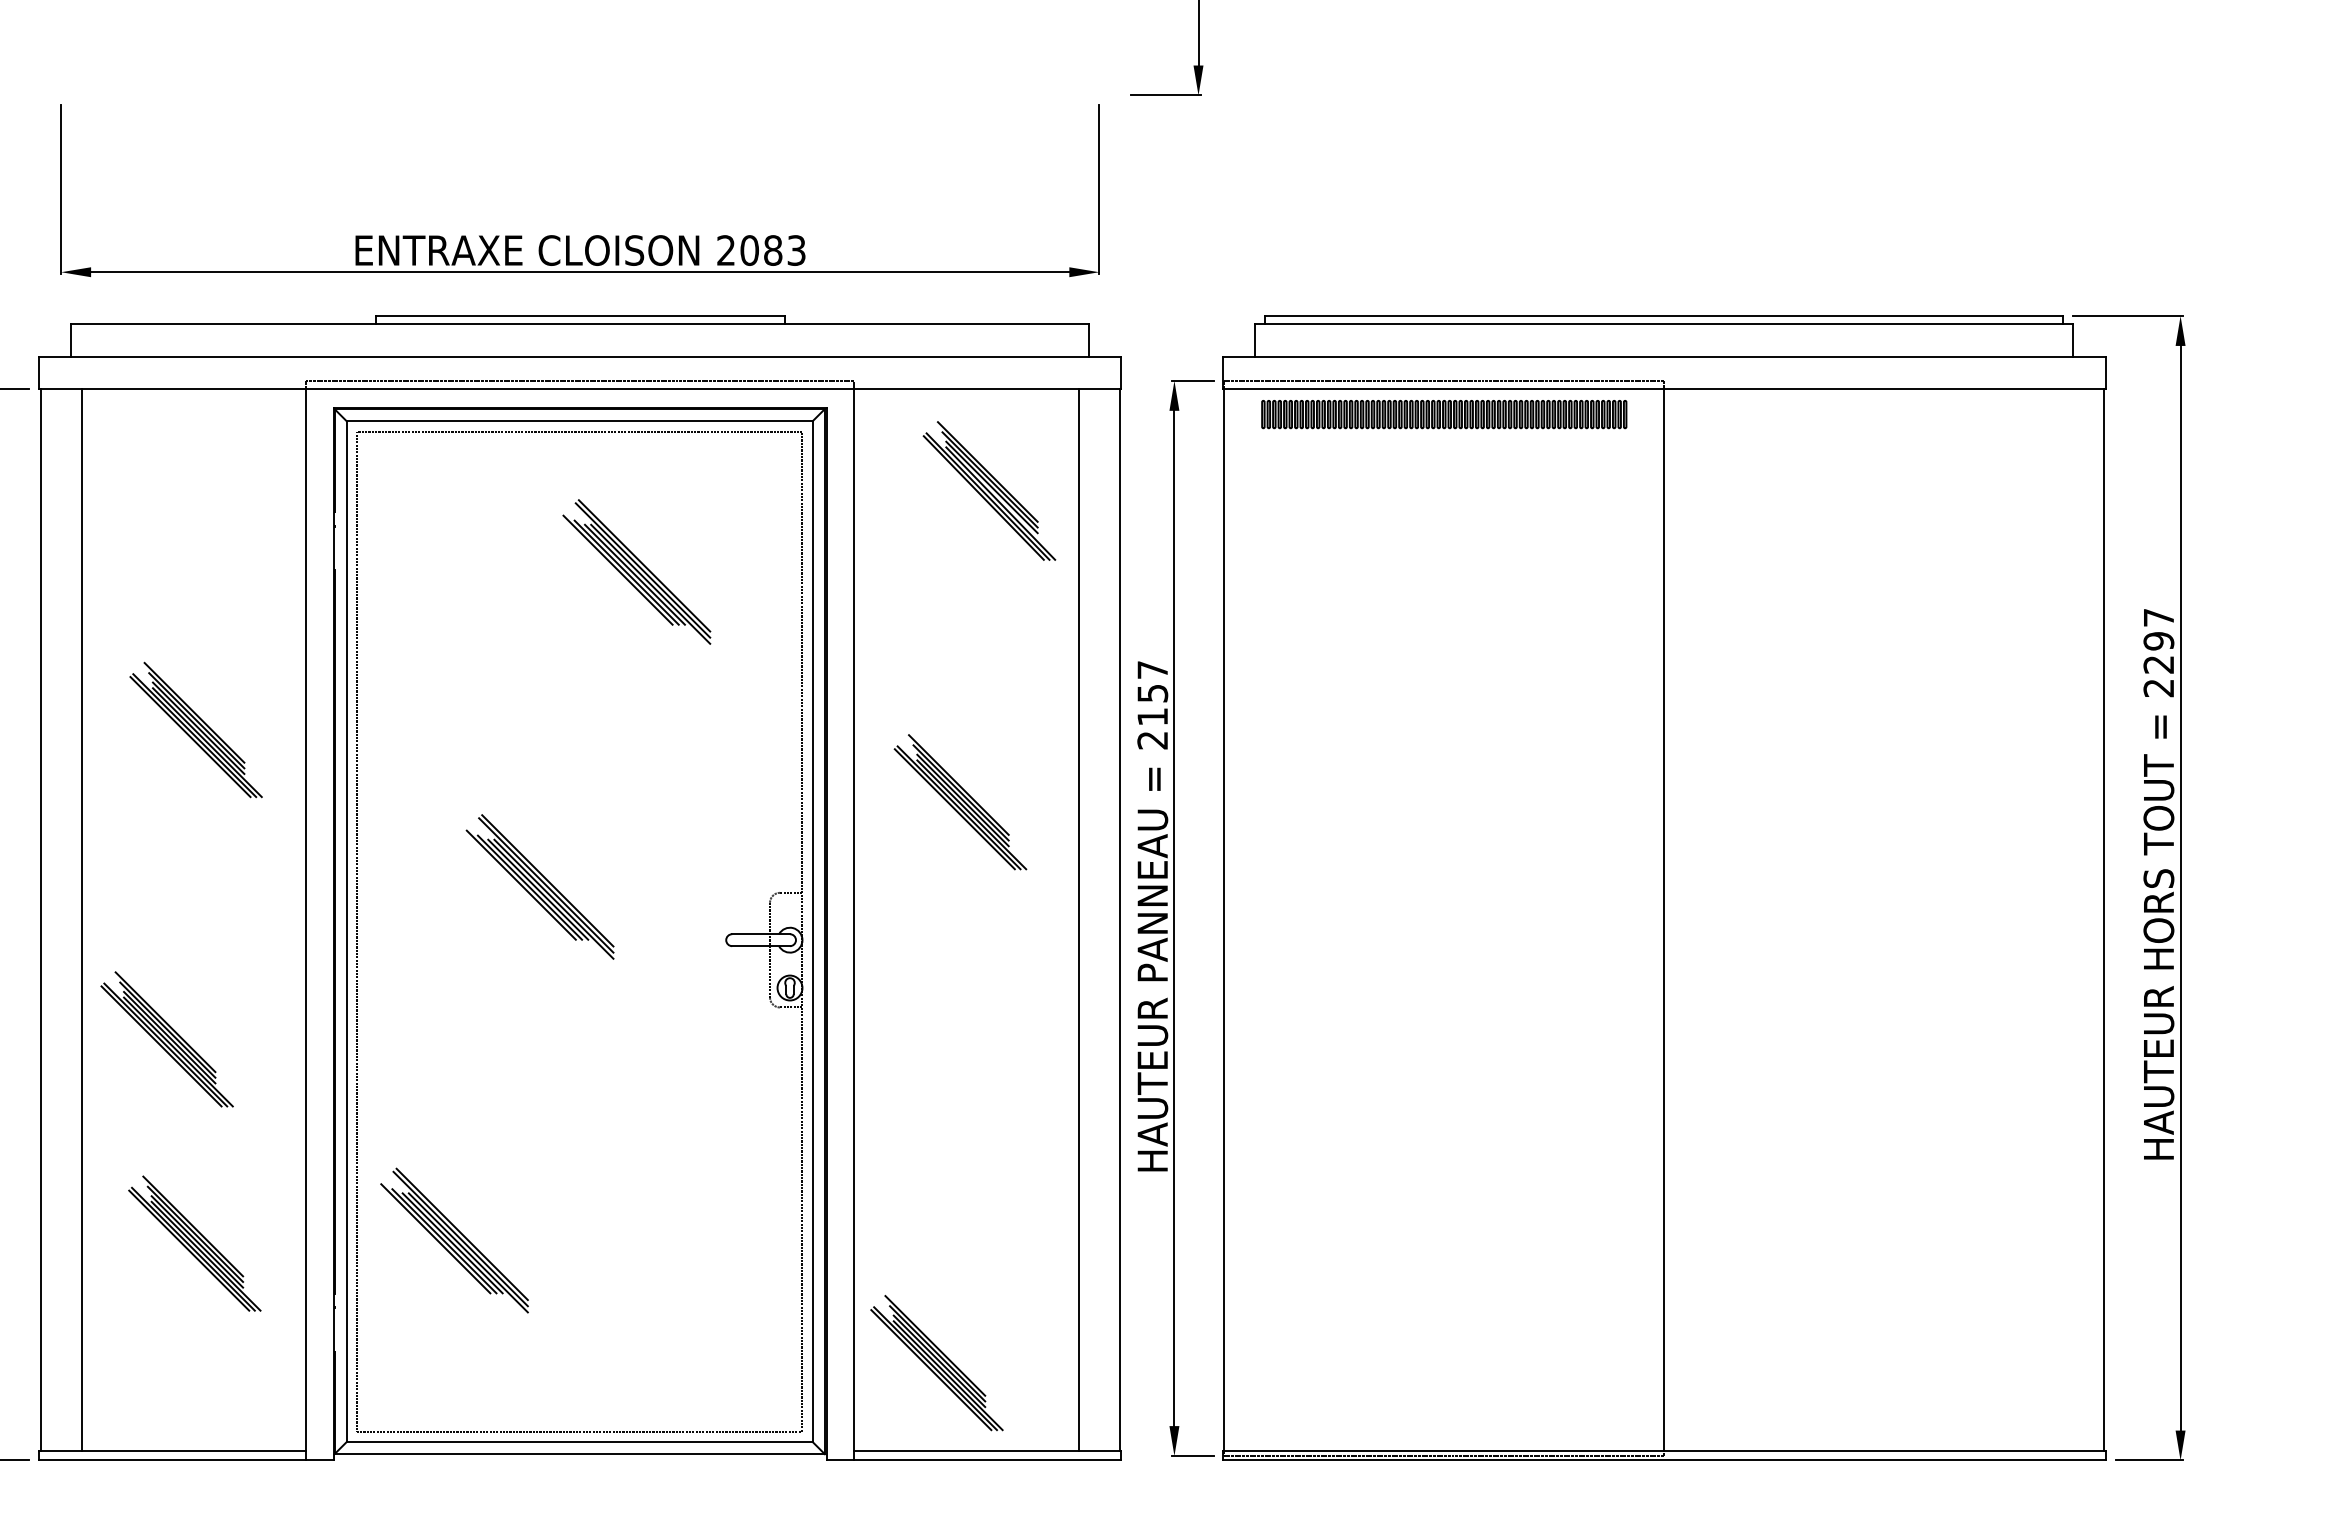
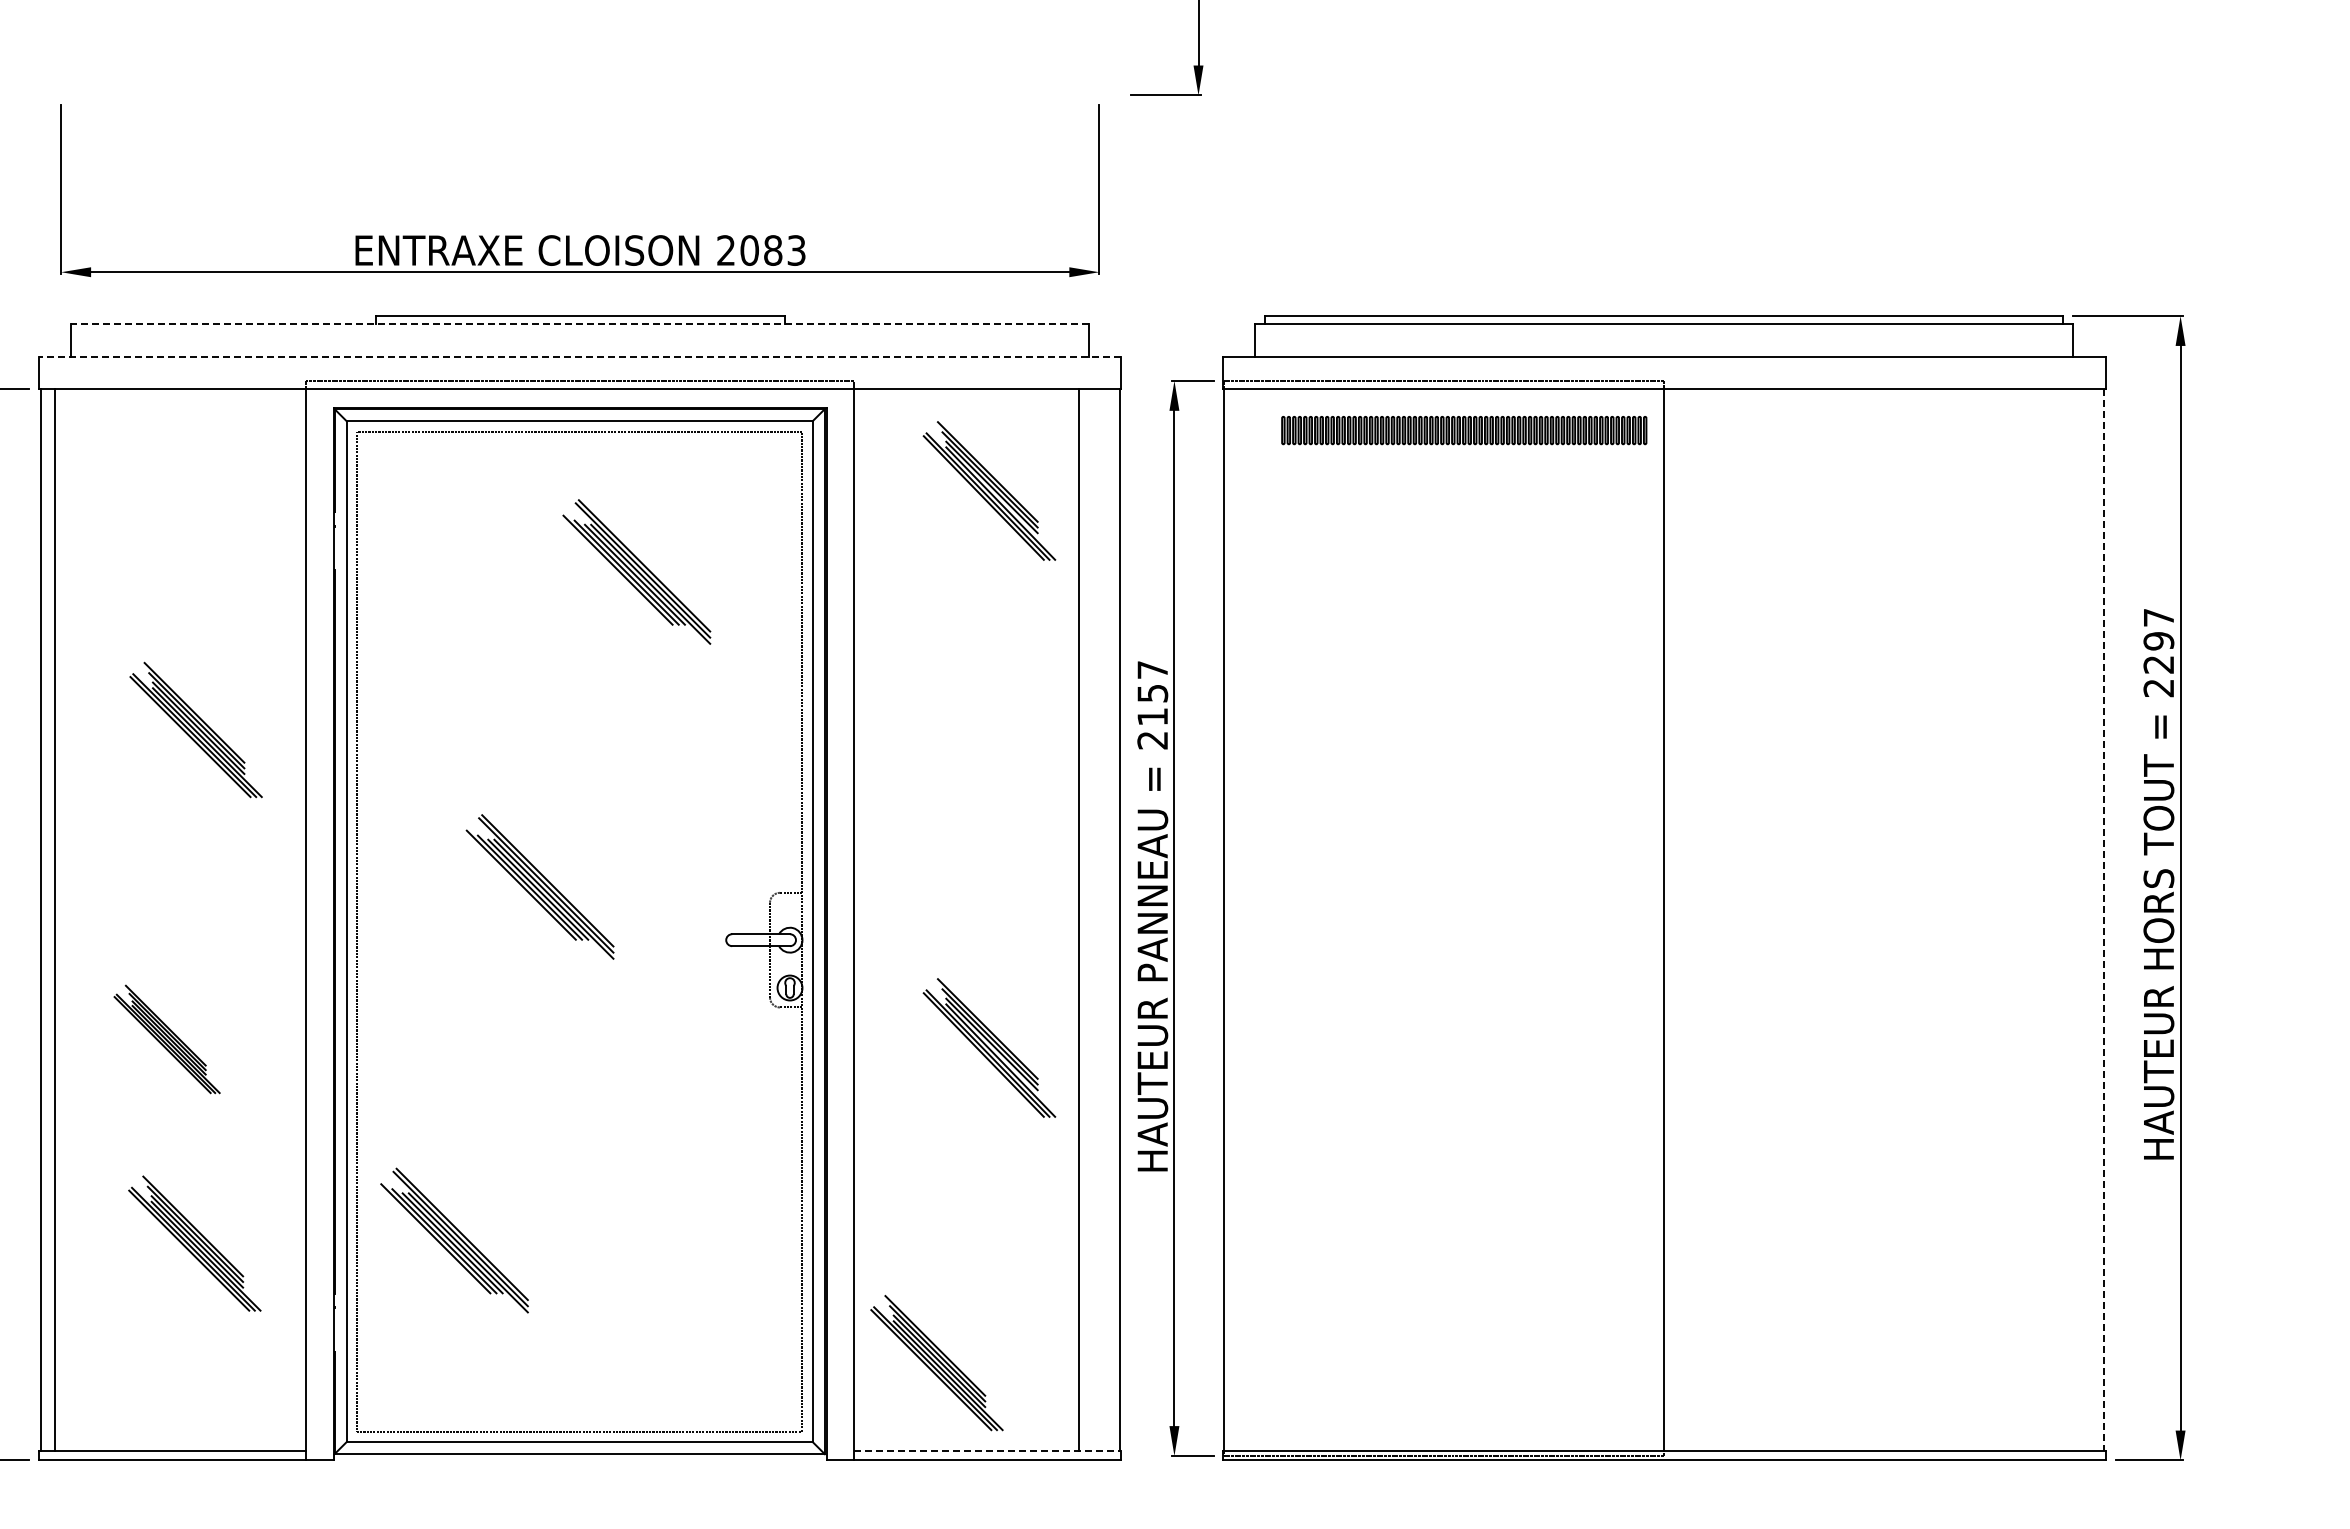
line at (580, 324): solid -> dashed
line at (579, 356): solid -> dashed
part at (1444, 414) position: (1444, 414) -> (1464, 430)
part at (960, 802): present -> none
line at (81, 920) position: (81, 920) -> (54, 920)
line at (2104, 920): solid -> dashed
part at (166, 1039) size: 134x137 px -> 108x111 px
part at (989, 1047): none -> present
line at (987, 1451): solid -> dashed
